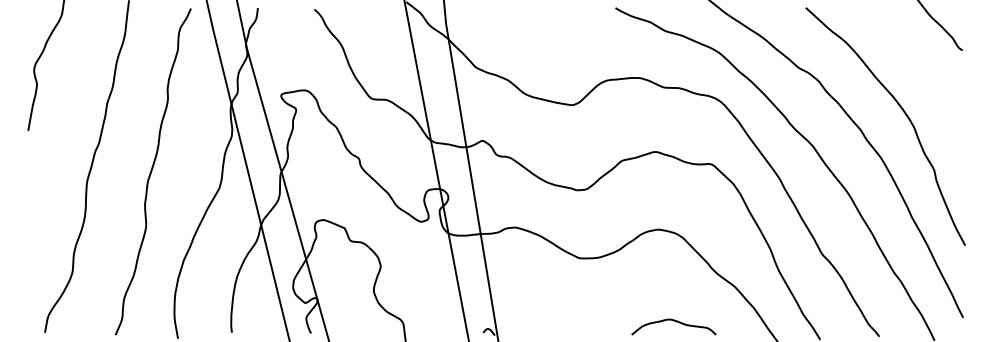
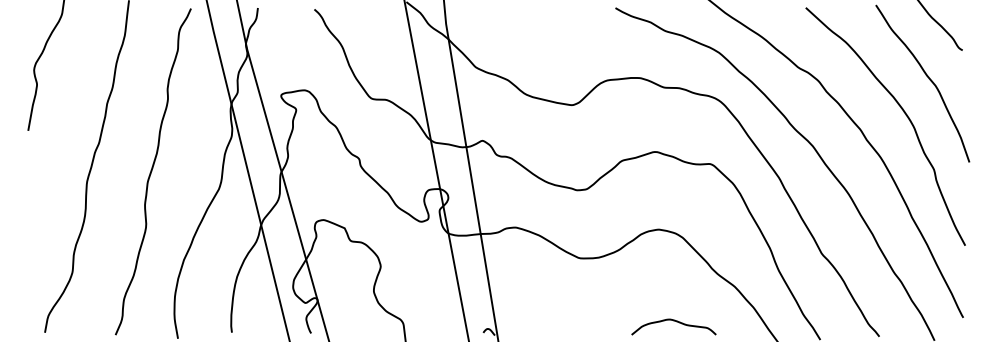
curve at (929, 80): none -> present
